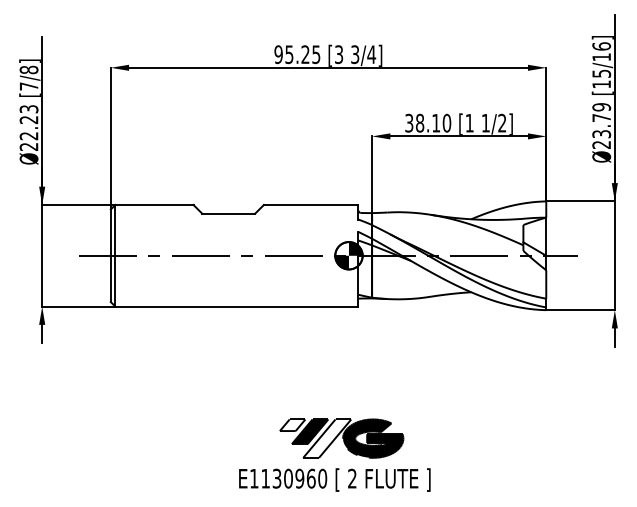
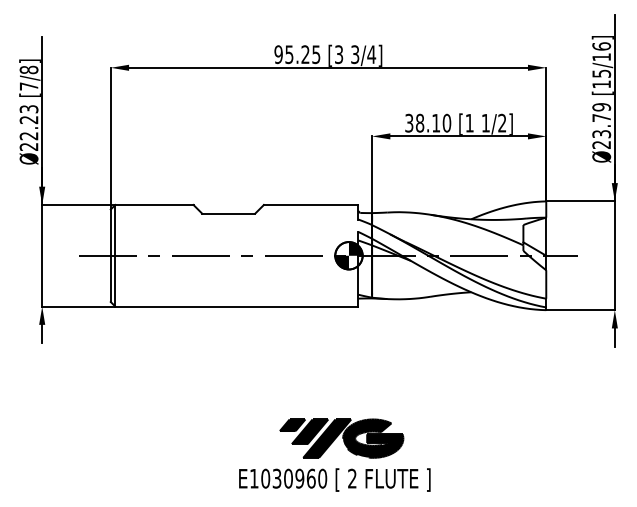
fill at (292, 425): none -> present
fill at (327, 438): none -> present
text at (265, 478): E1130960 -> E1030960
